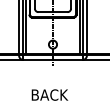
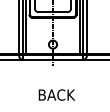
text at (49, 94) position: (49, 94) -> (56, 94)
